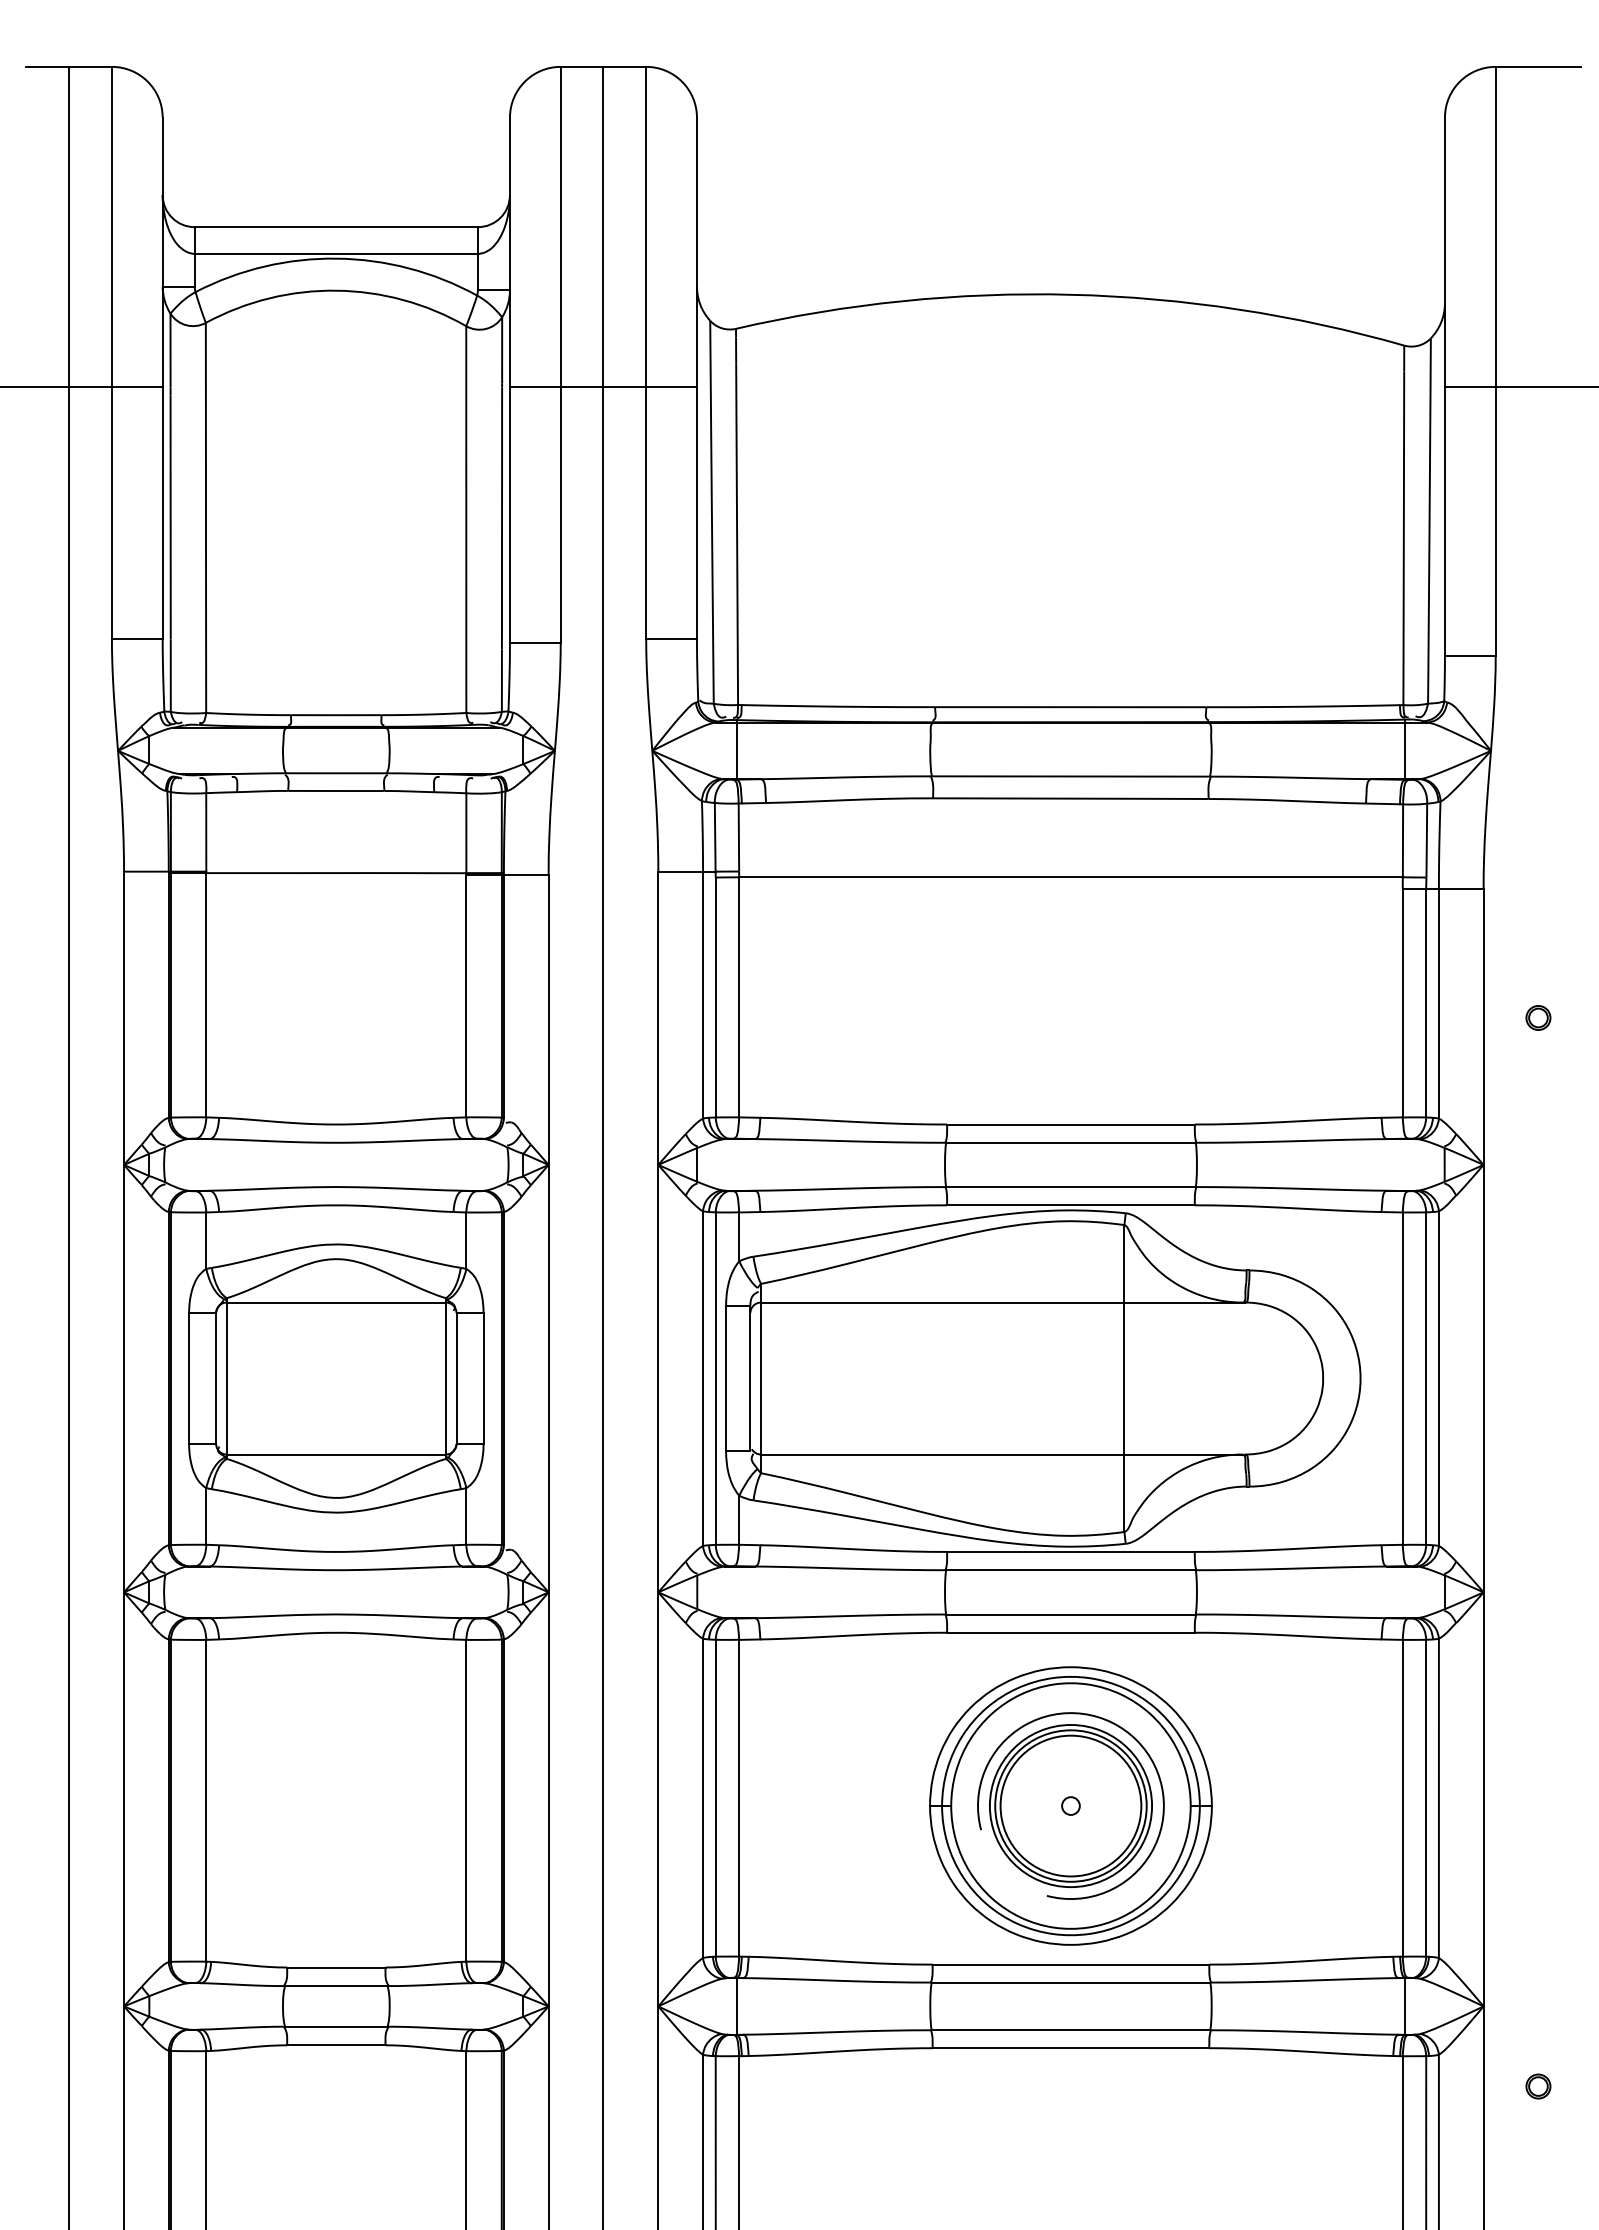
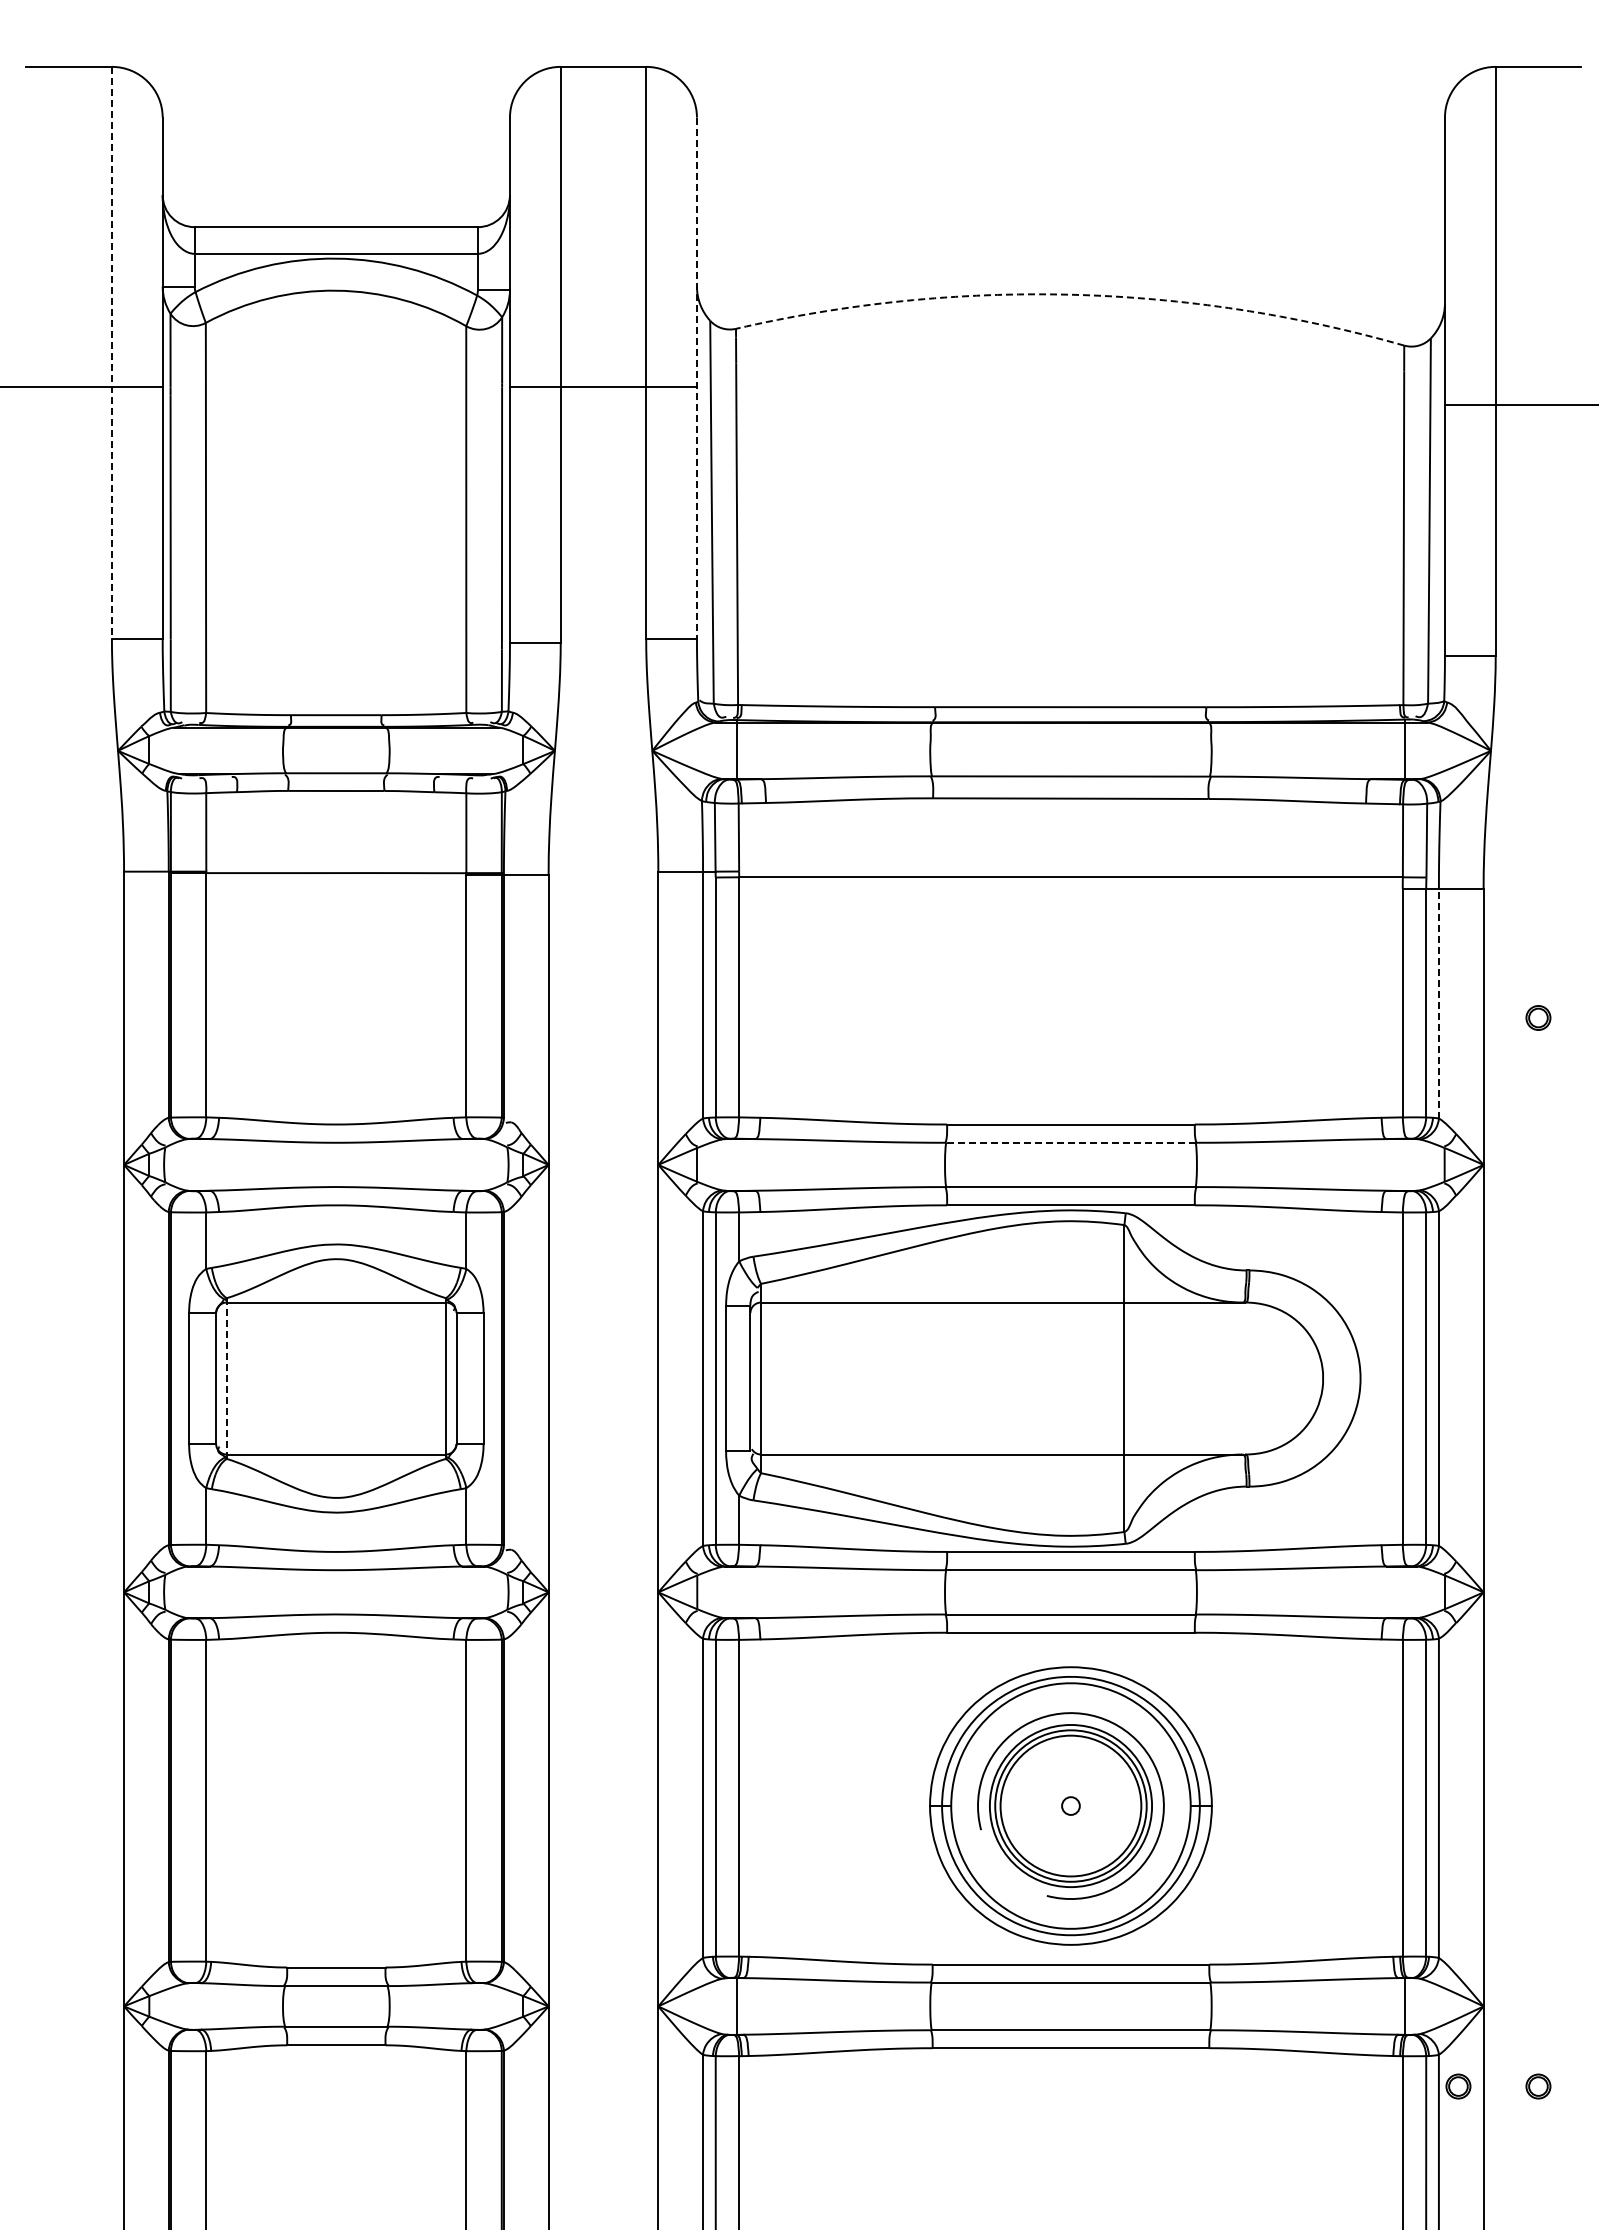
arc at (1071, 294): solid -> dashed
line at (111, 353): solid -> dashed
line at (696, 378): solid -> dashed
line at (1519, 387) position: (1519, 387) -> (1519, 405)
line at (1438, 1003): solid -> dashed
line at (1070, 1142): solid -> dashed
line at (69, 1146): present -> none
line at (603, 1146): present -> none
line at (226, 1379): solid -> dashed
part at (1458, 2086): none -> present
